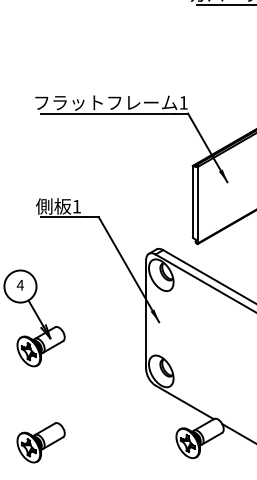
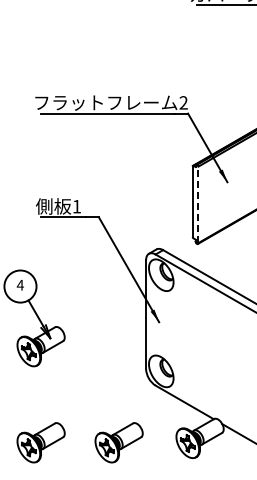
text at (183, 102): 1 -> 2
line at (198, 204): solid -> dashed
part at (118, 442): none -> present
